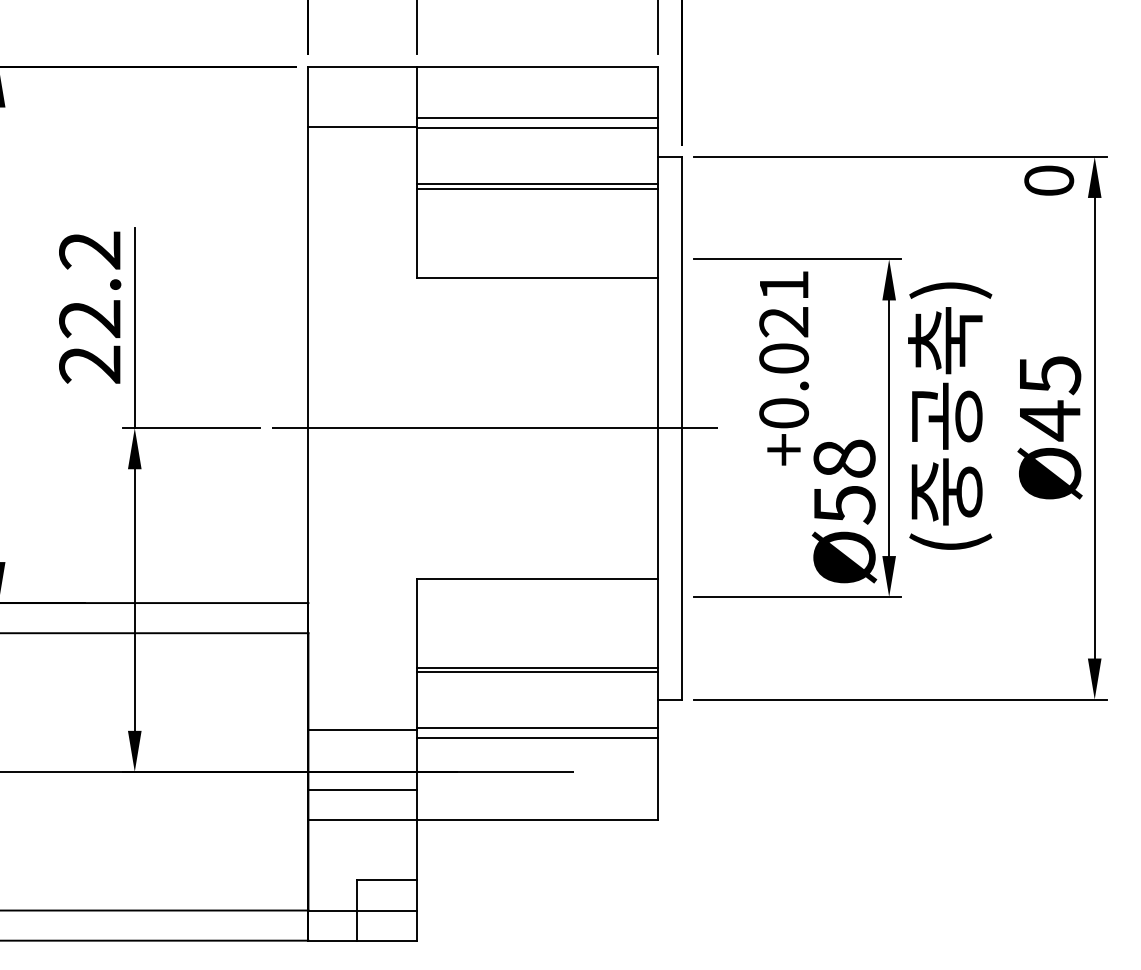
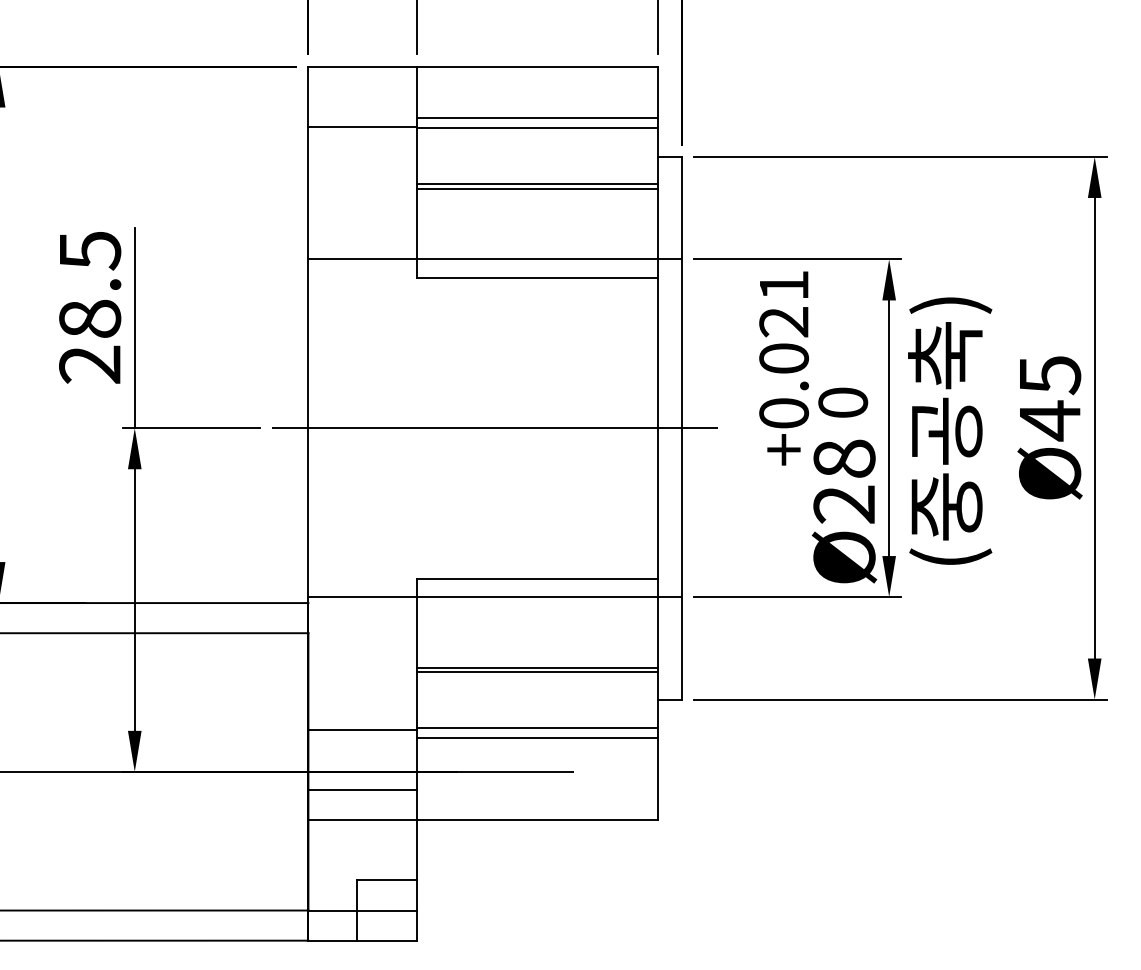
text at (1049, 180) position: (1049, 180) -> (843, 402)
line at (495, 259): none -> present
text at (90, 284): 22.2 -> 28.5
text at (950, 415) position: (950, 415) -> (950, 430)
text at (844, 504): Ø58 -> Ø28
line at (495, 597): none -> present
